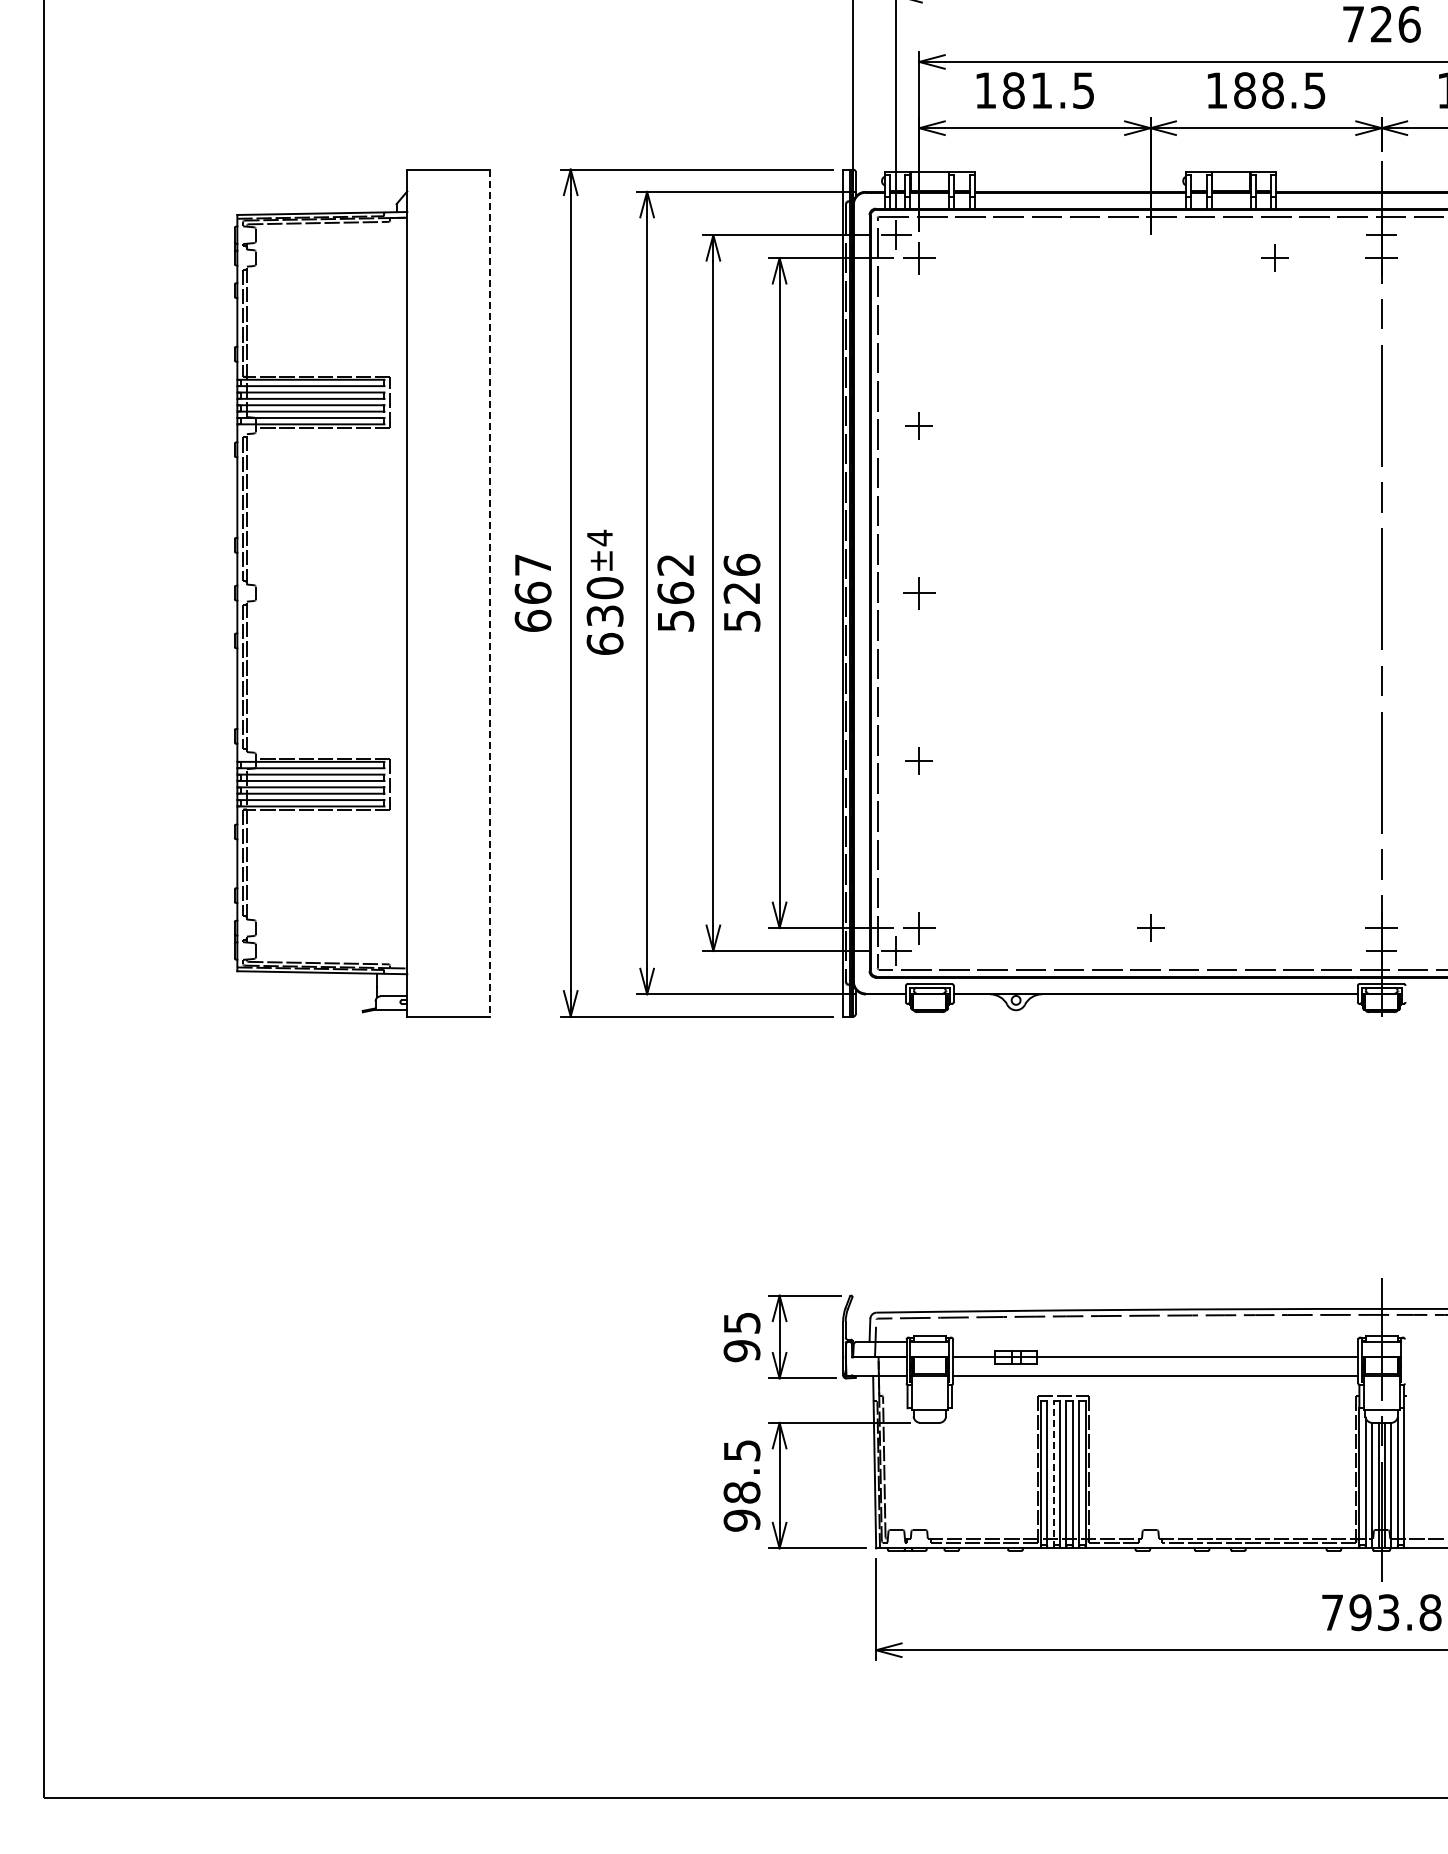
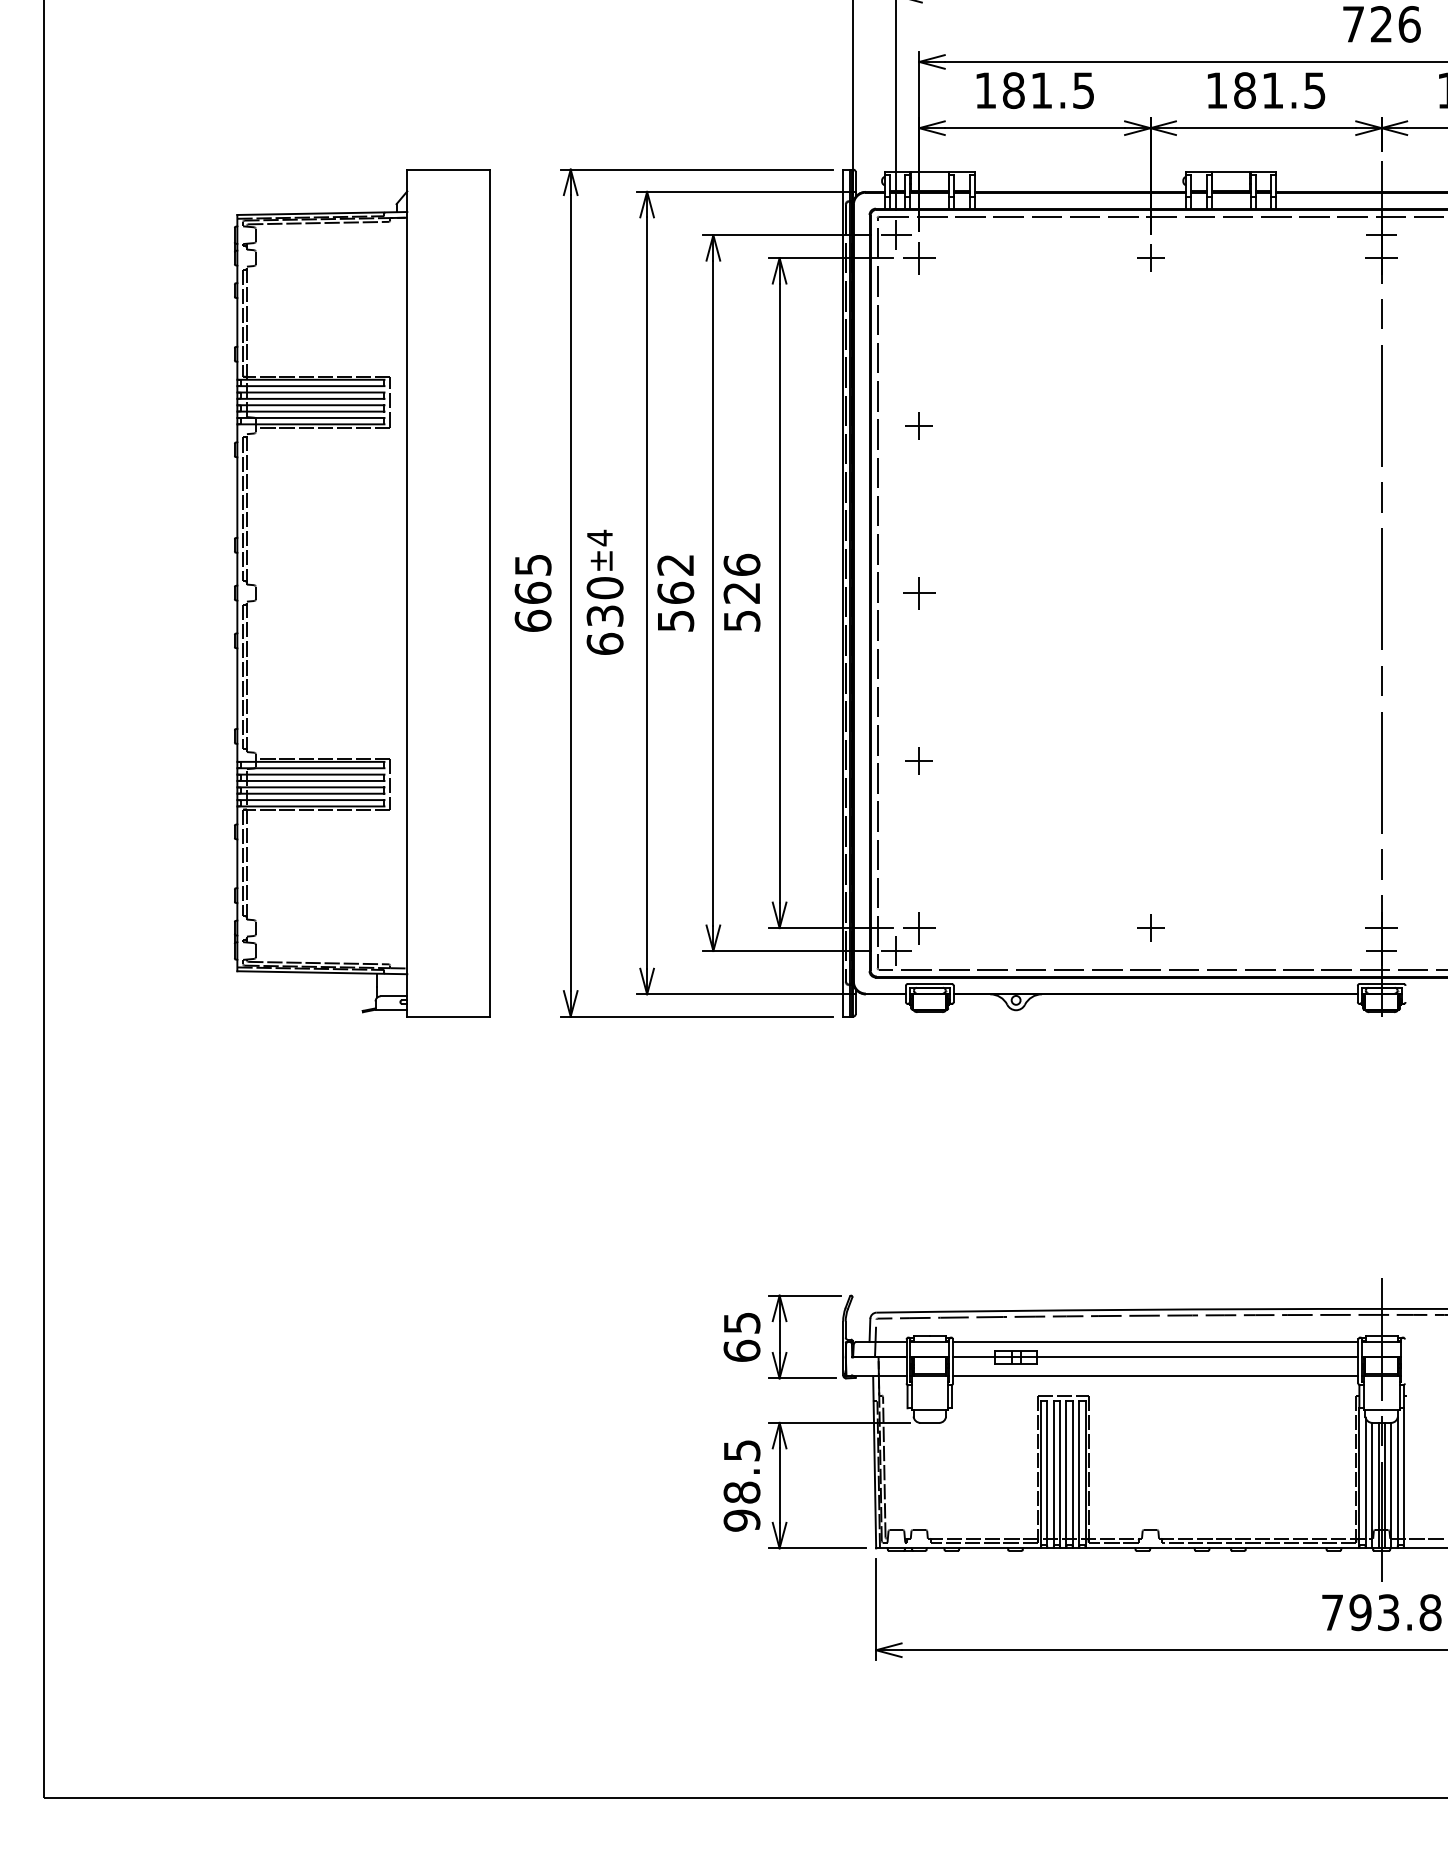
text at (1272, 90): 188.5 -> 181.5
part at (1274, 257) position: (1274, 257) -> (1150, 257)
text at (533, 564): 667 -> 665
line at (490, 593): dashed -> solid
line at (1155, 1342): none -> present
text at (741, 1350): 95 -> 65
line at (1053, 1474): dashed -> solid
